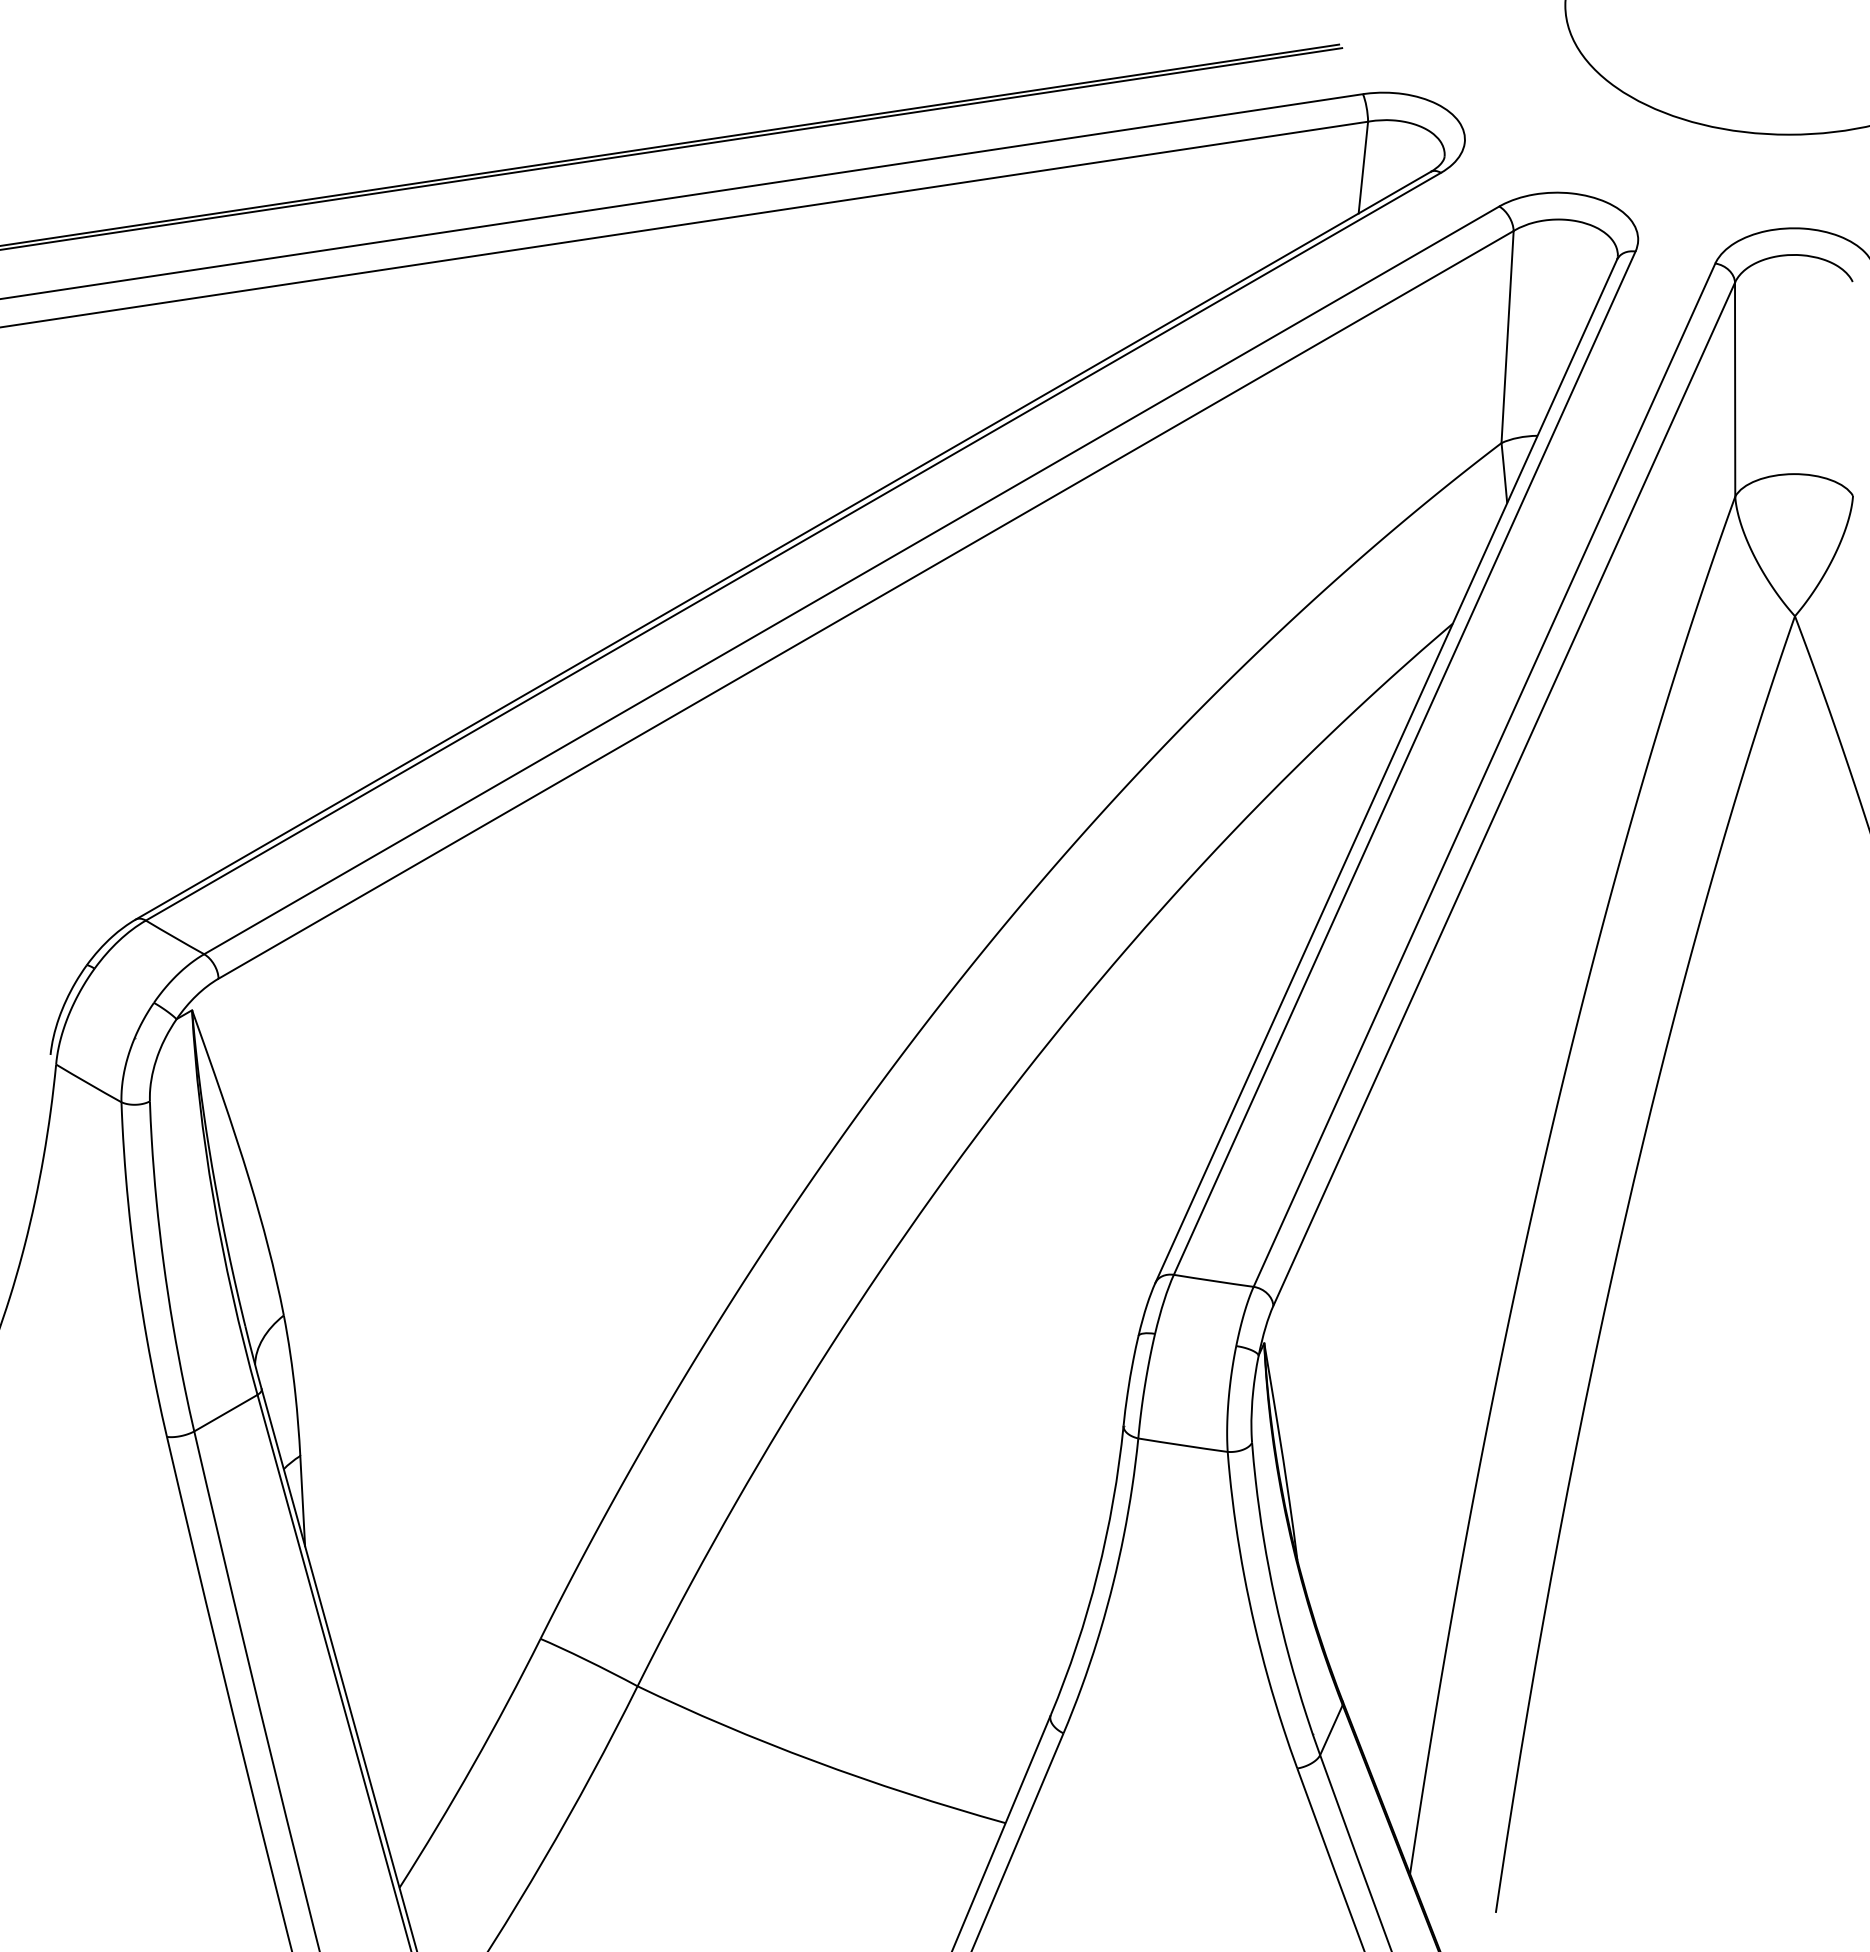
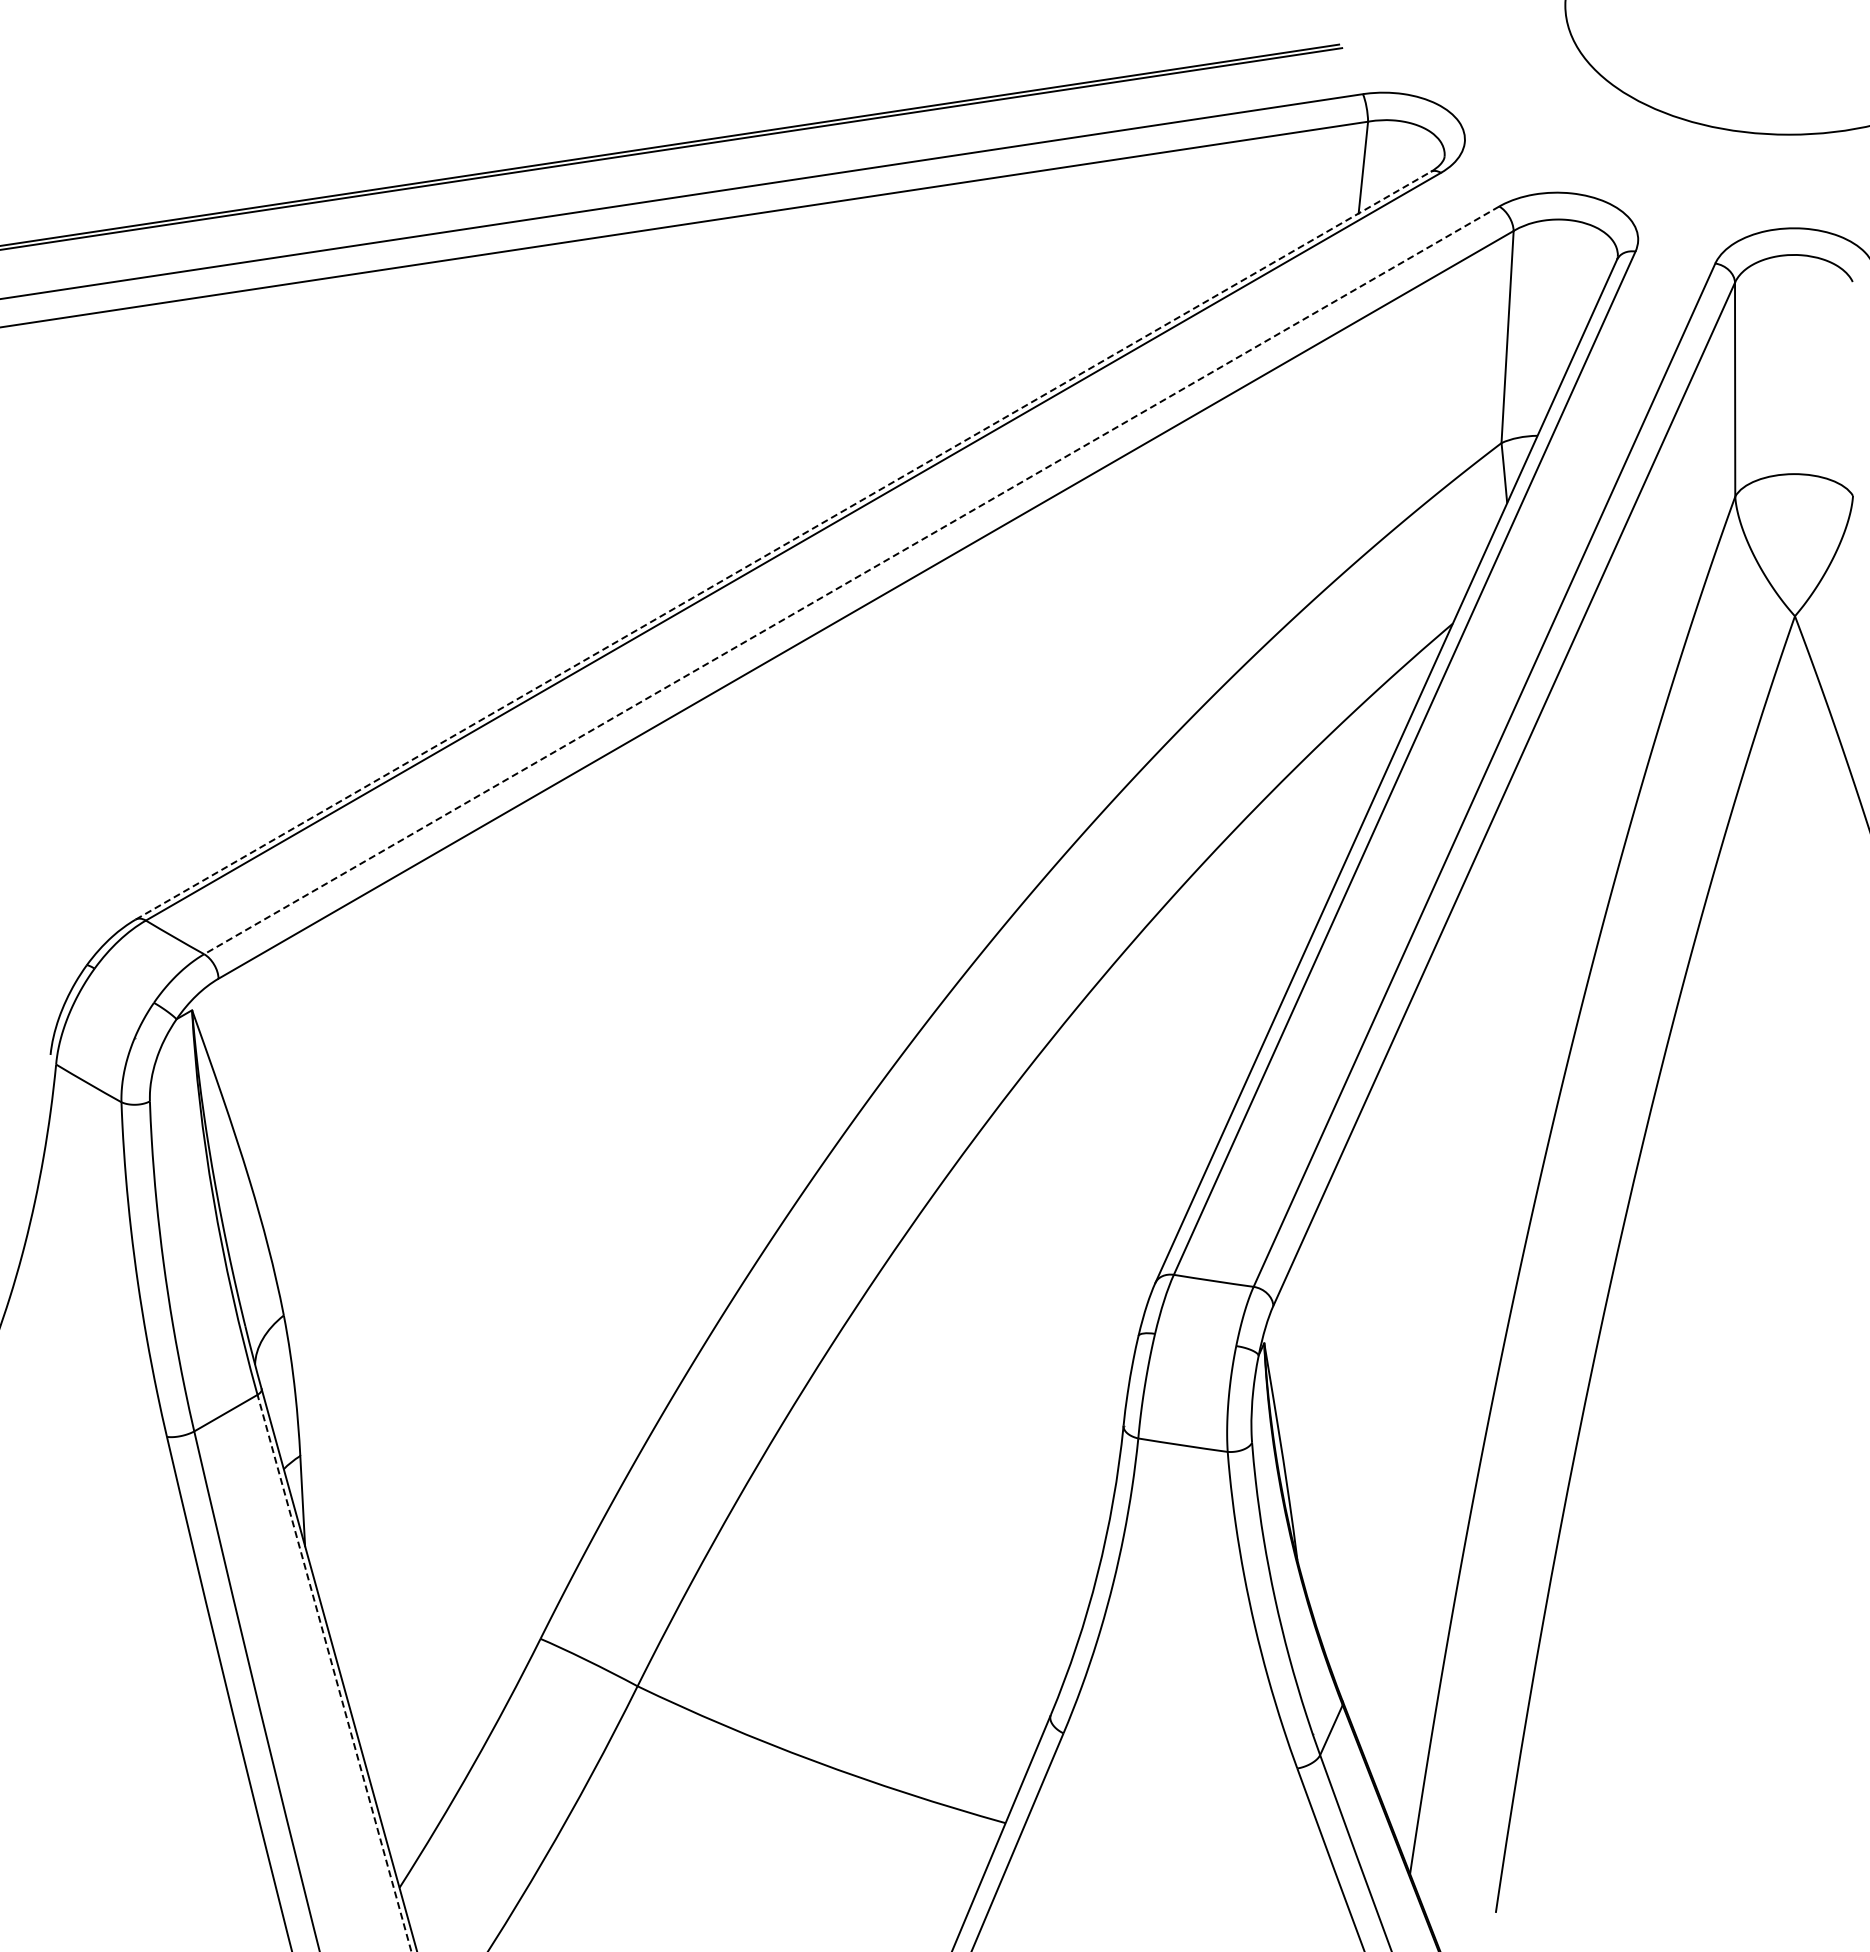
line at (783, 545): solid -> dashed
line at (851, 580): solid -> dashed
line at (334, 1673): solid -> dashed
